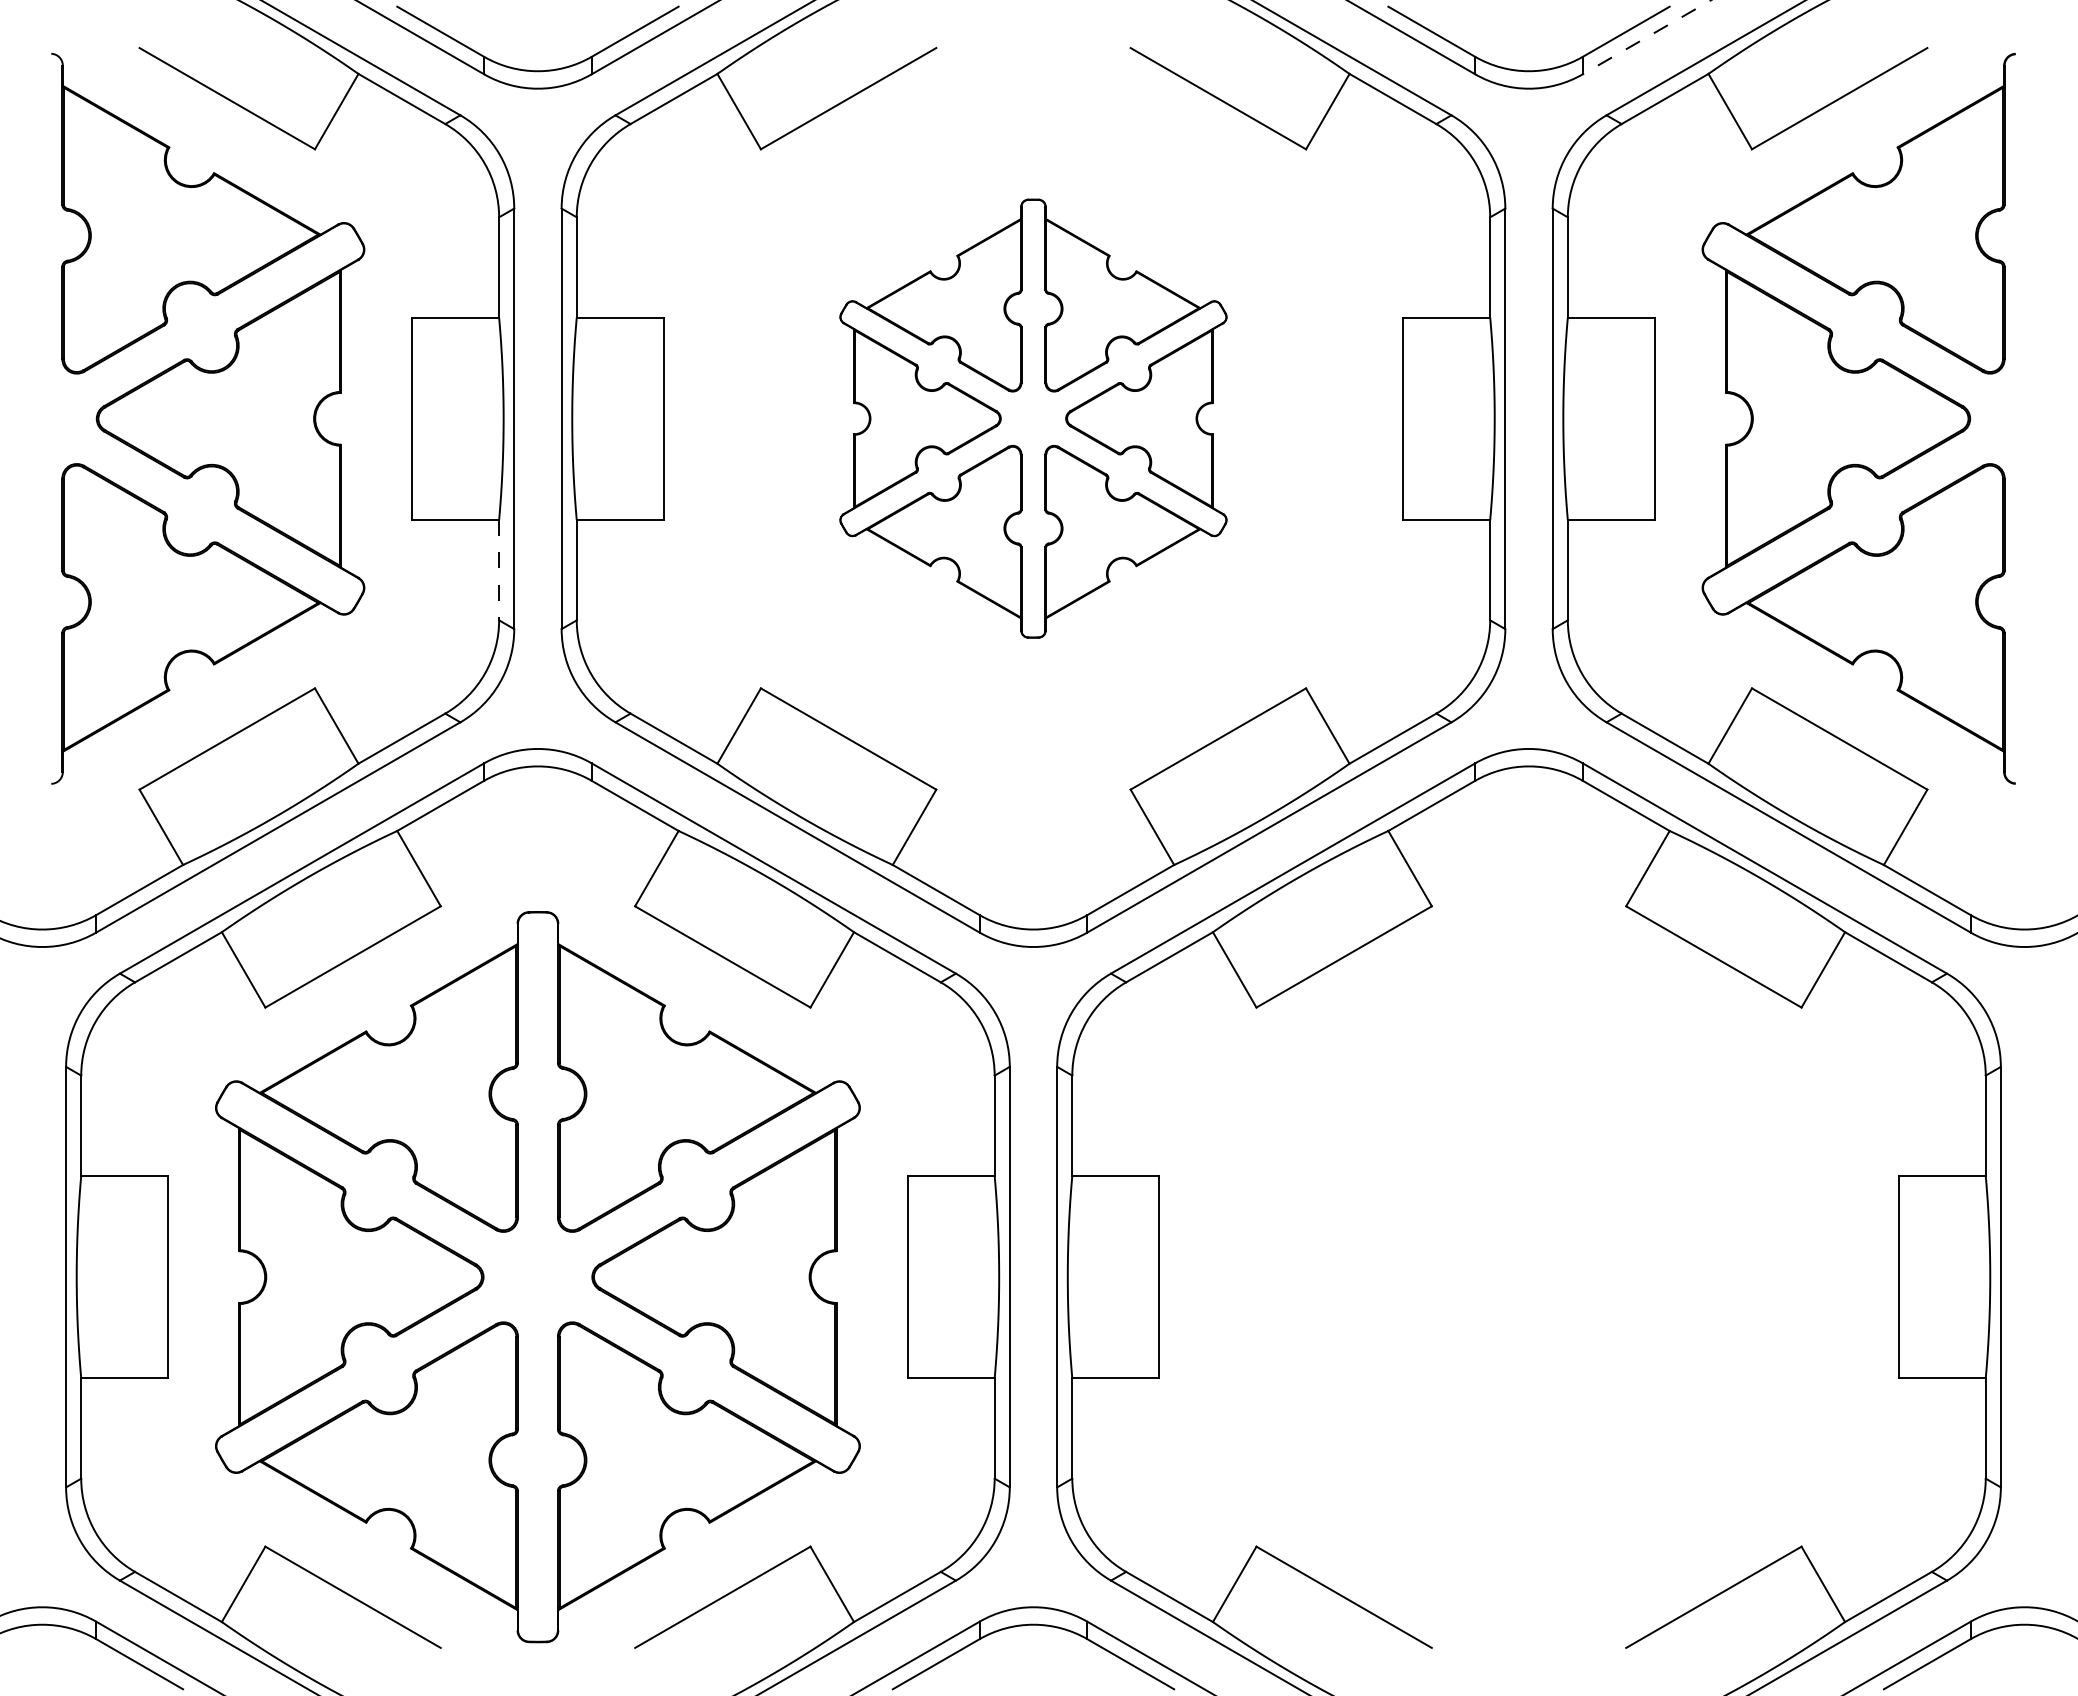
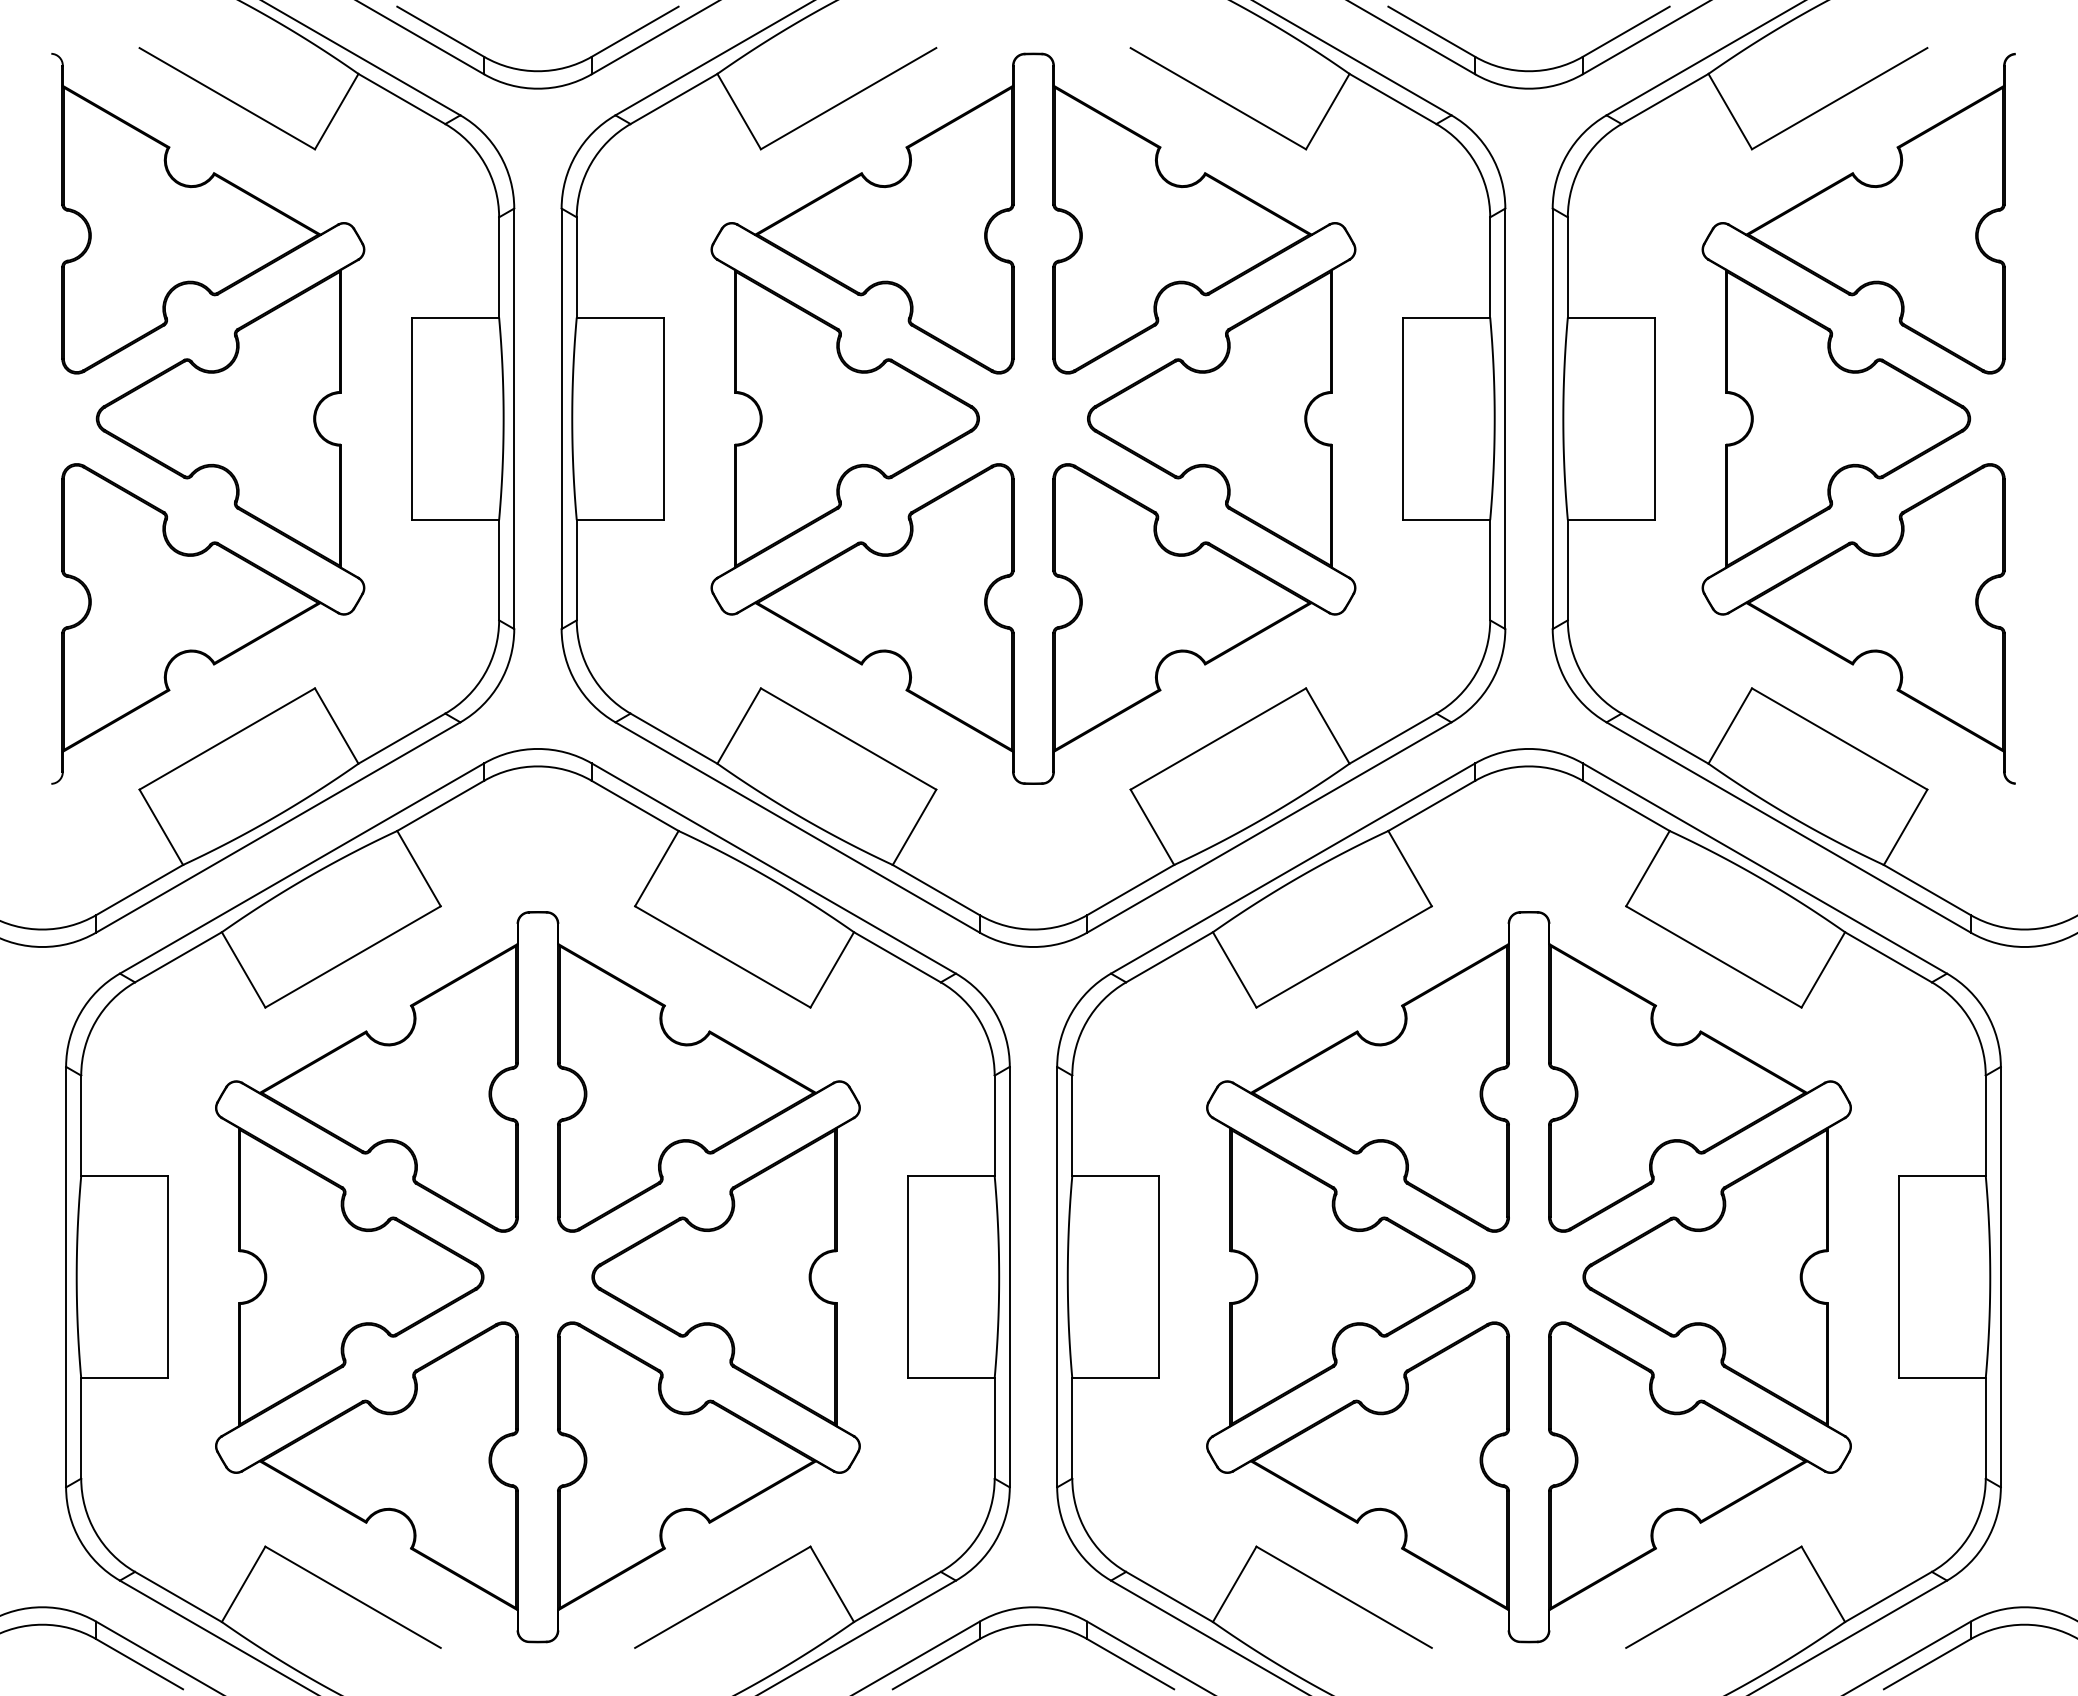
line at (1646, 37): dashed -> solid
part at (1033, 418) size: 389x441 px -> 647x733 px
line at (499, 570): dashed -> solid
part at (1528, 1277): none -> present
